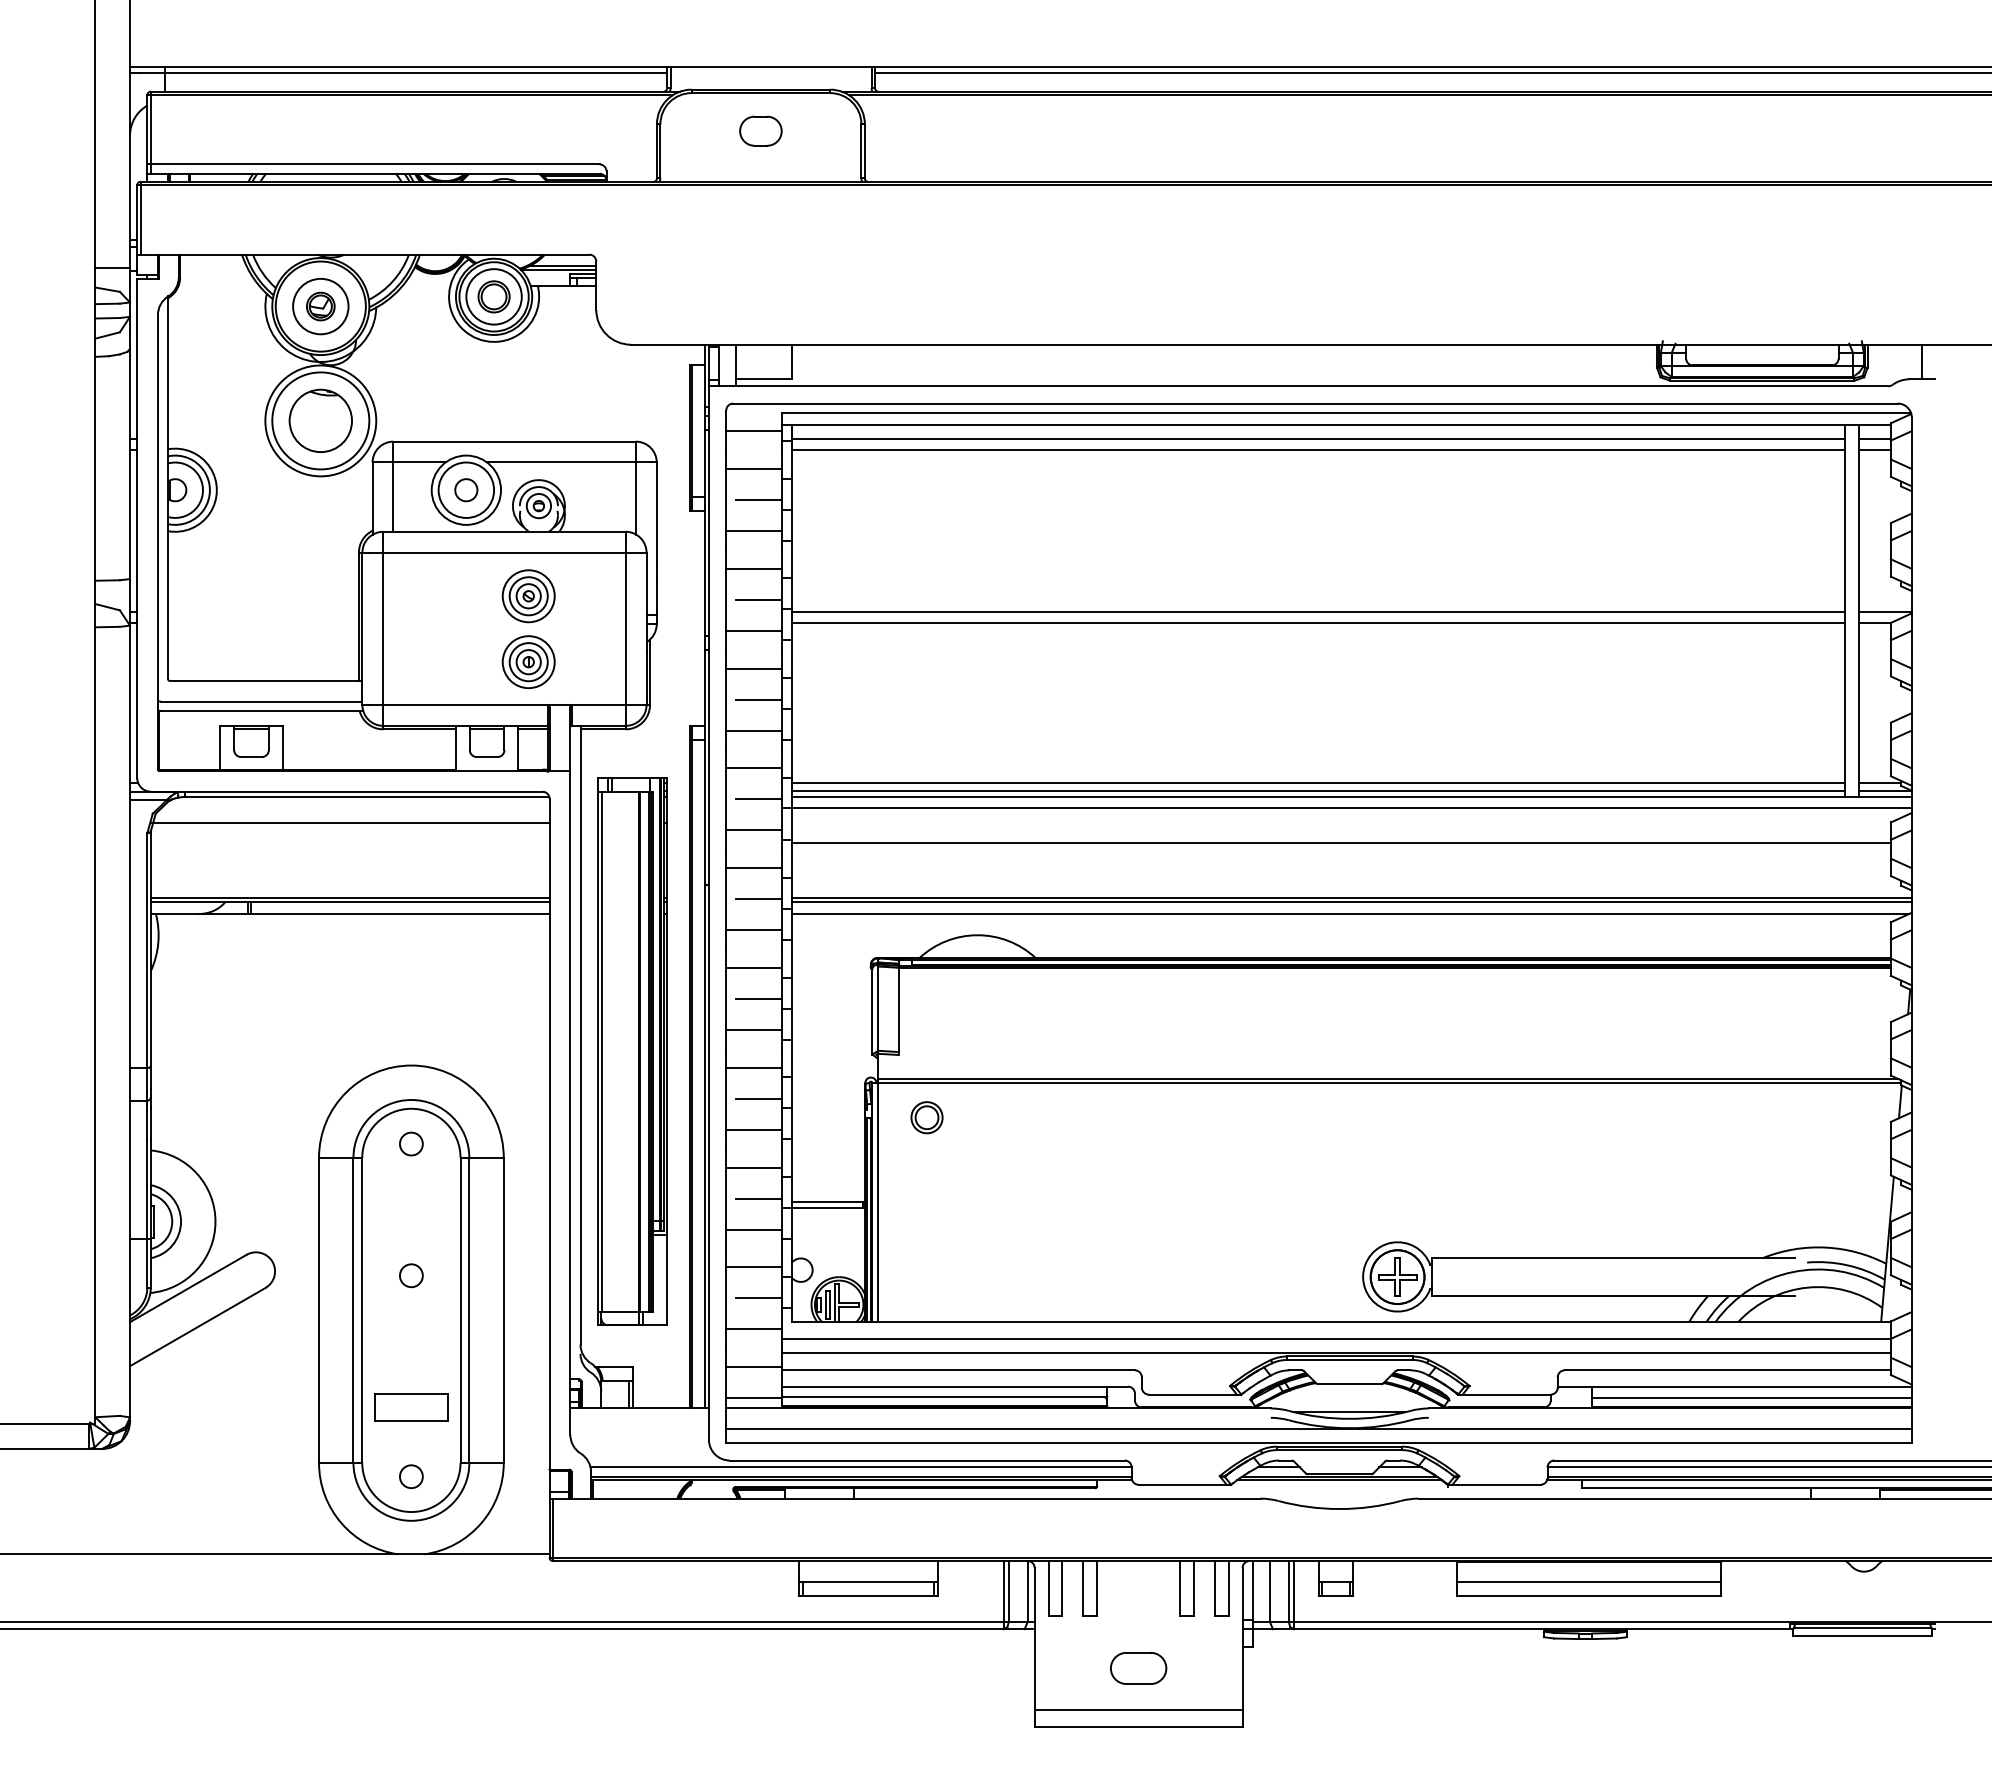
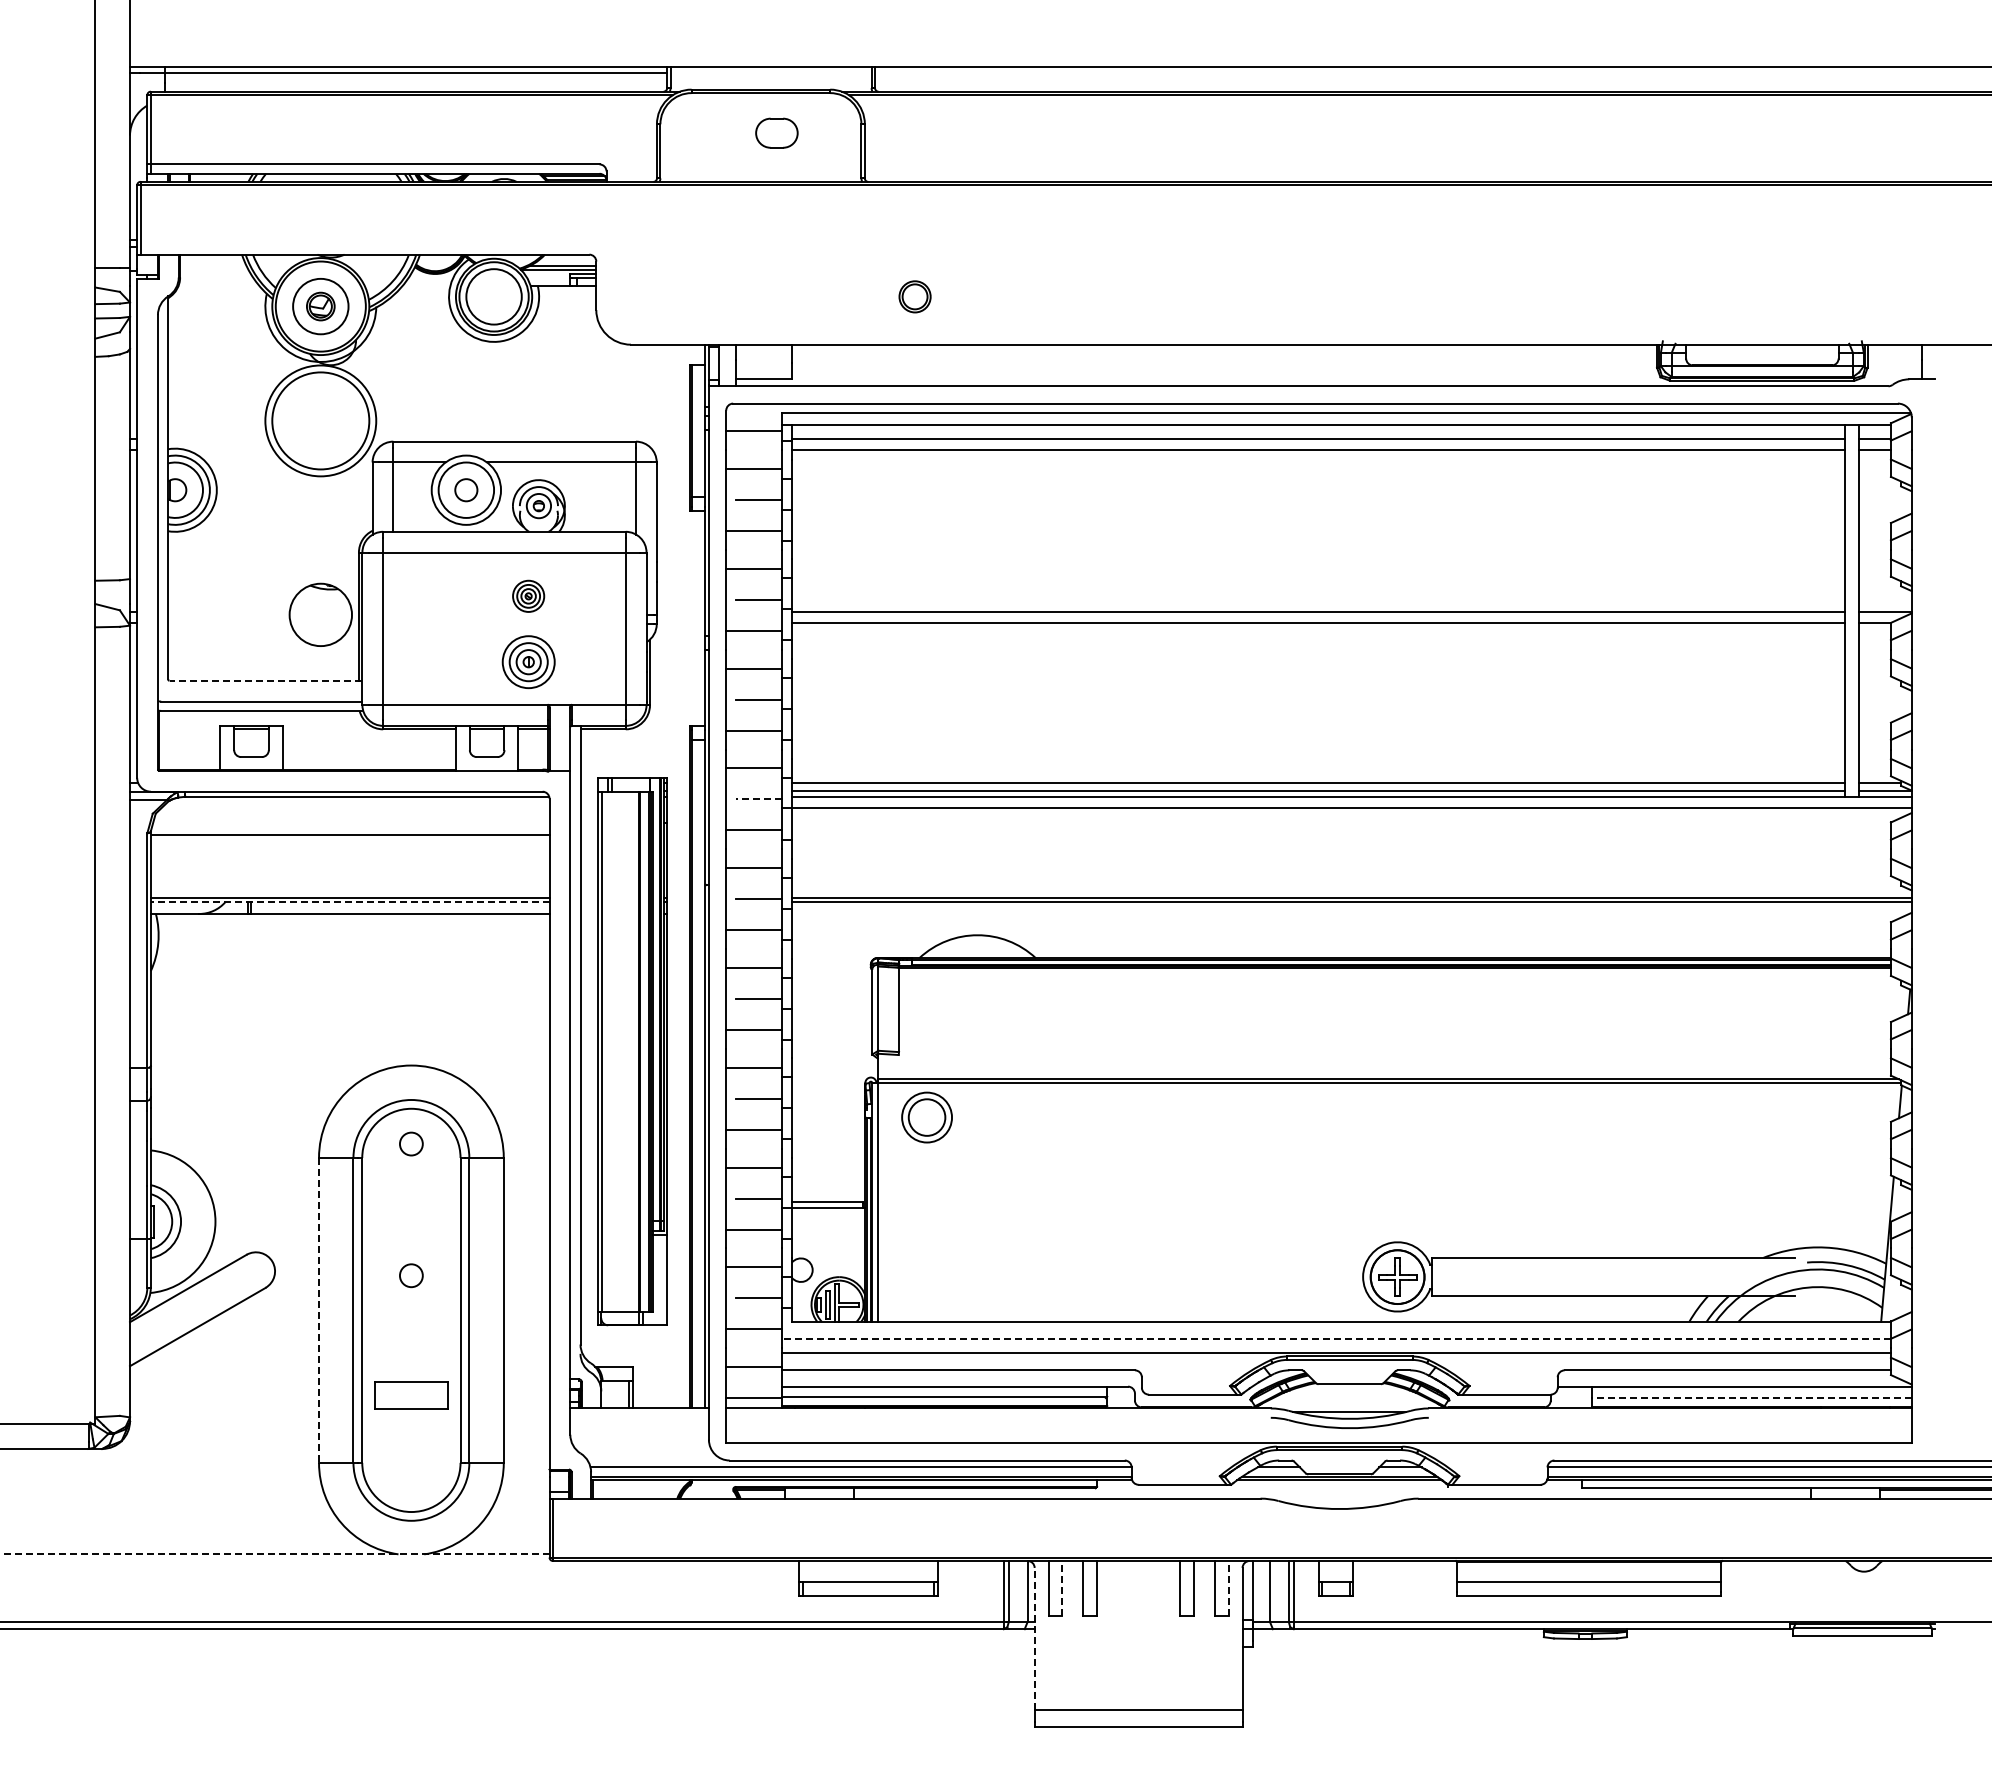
line at (1431, 73): present -> none
part at (760, 130) position: (760, 130) -> (776, 132)
part at (493, 296) position: (493, 296) -> (914, 296)
part at (320, 420) position: (320, 420) -> (320, 614)
part at (528, 596) size: 55x55 px -> 34x34 px
line at (265, 680): solid -> dashed
line at (759, 799): solid -> dashed
line at (350, 823) position: (350, 823) -> (350, 835)
line at (1340, 842): present -> none
line at (349, 902): solid -> dashed
line at (1350, 913): present -> none
part at (926, 1117) size: 34x34 px -> 52x53 px
line at (319, 1310): solid -> dashed
line at (1336, 1339): solid -> dashed
line at (1752, 1398): solid -> dashed
part at (411, 1407) position: (411, 1407) -> (411, 1395)
line at (1318, 1429): present -> none
circle at (411, 1476): present -> none
line at (274, 1554): solid -> dashed
line at (1062, 1588): solid -> dashed
line at (1228, 1588): solid -> dashed
line at (1034, 1638): solid -> dashed
part at (1138, 1668): present -> none
